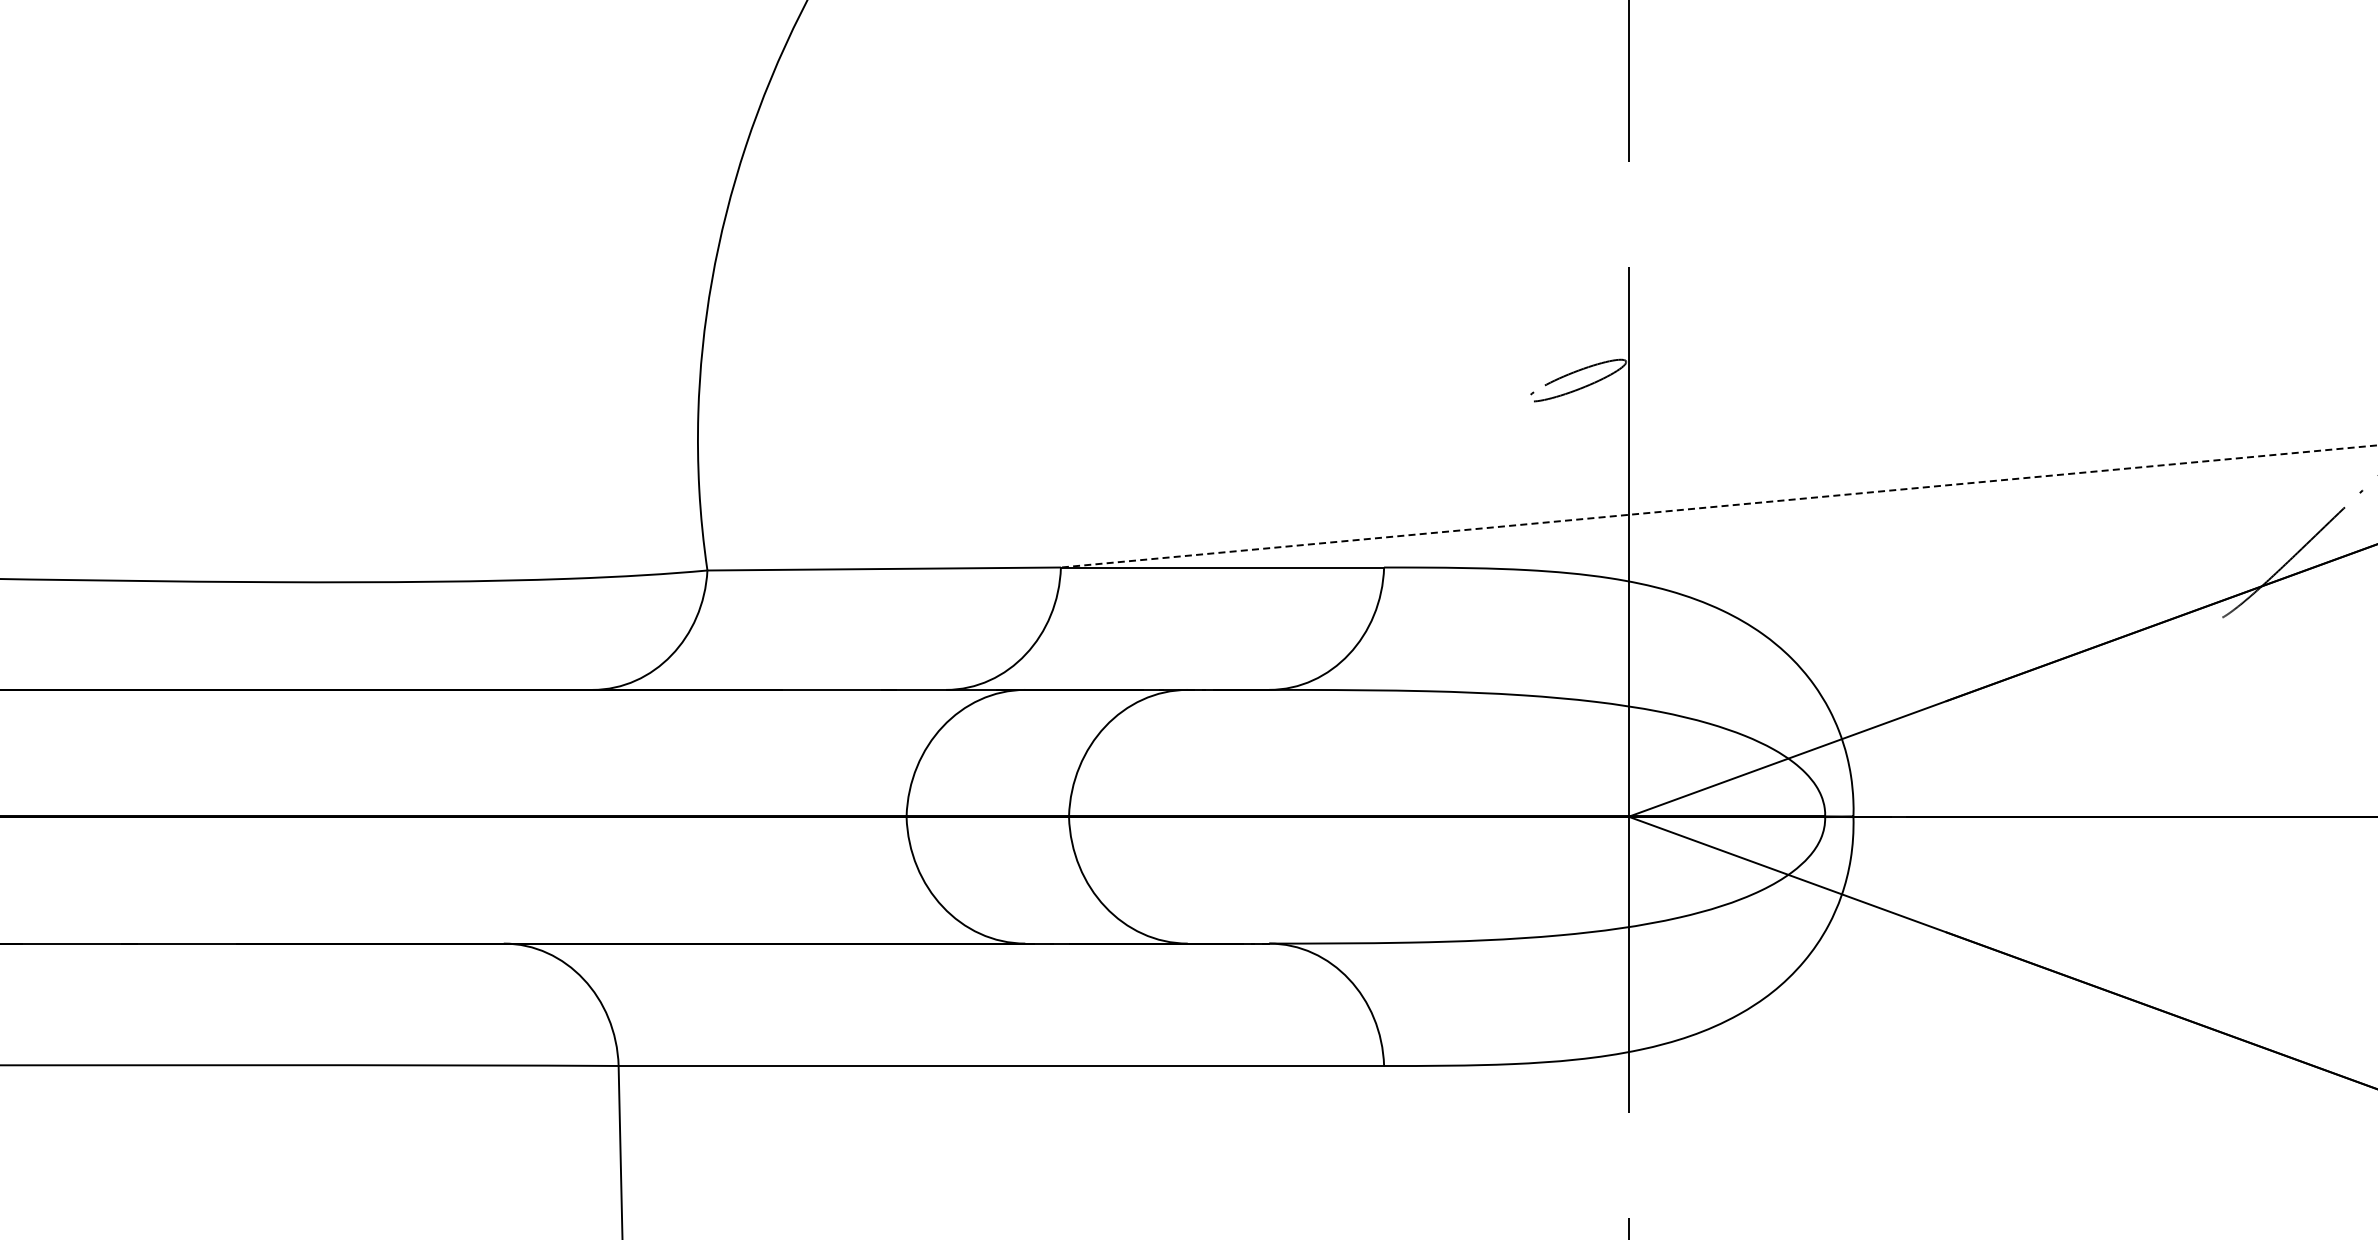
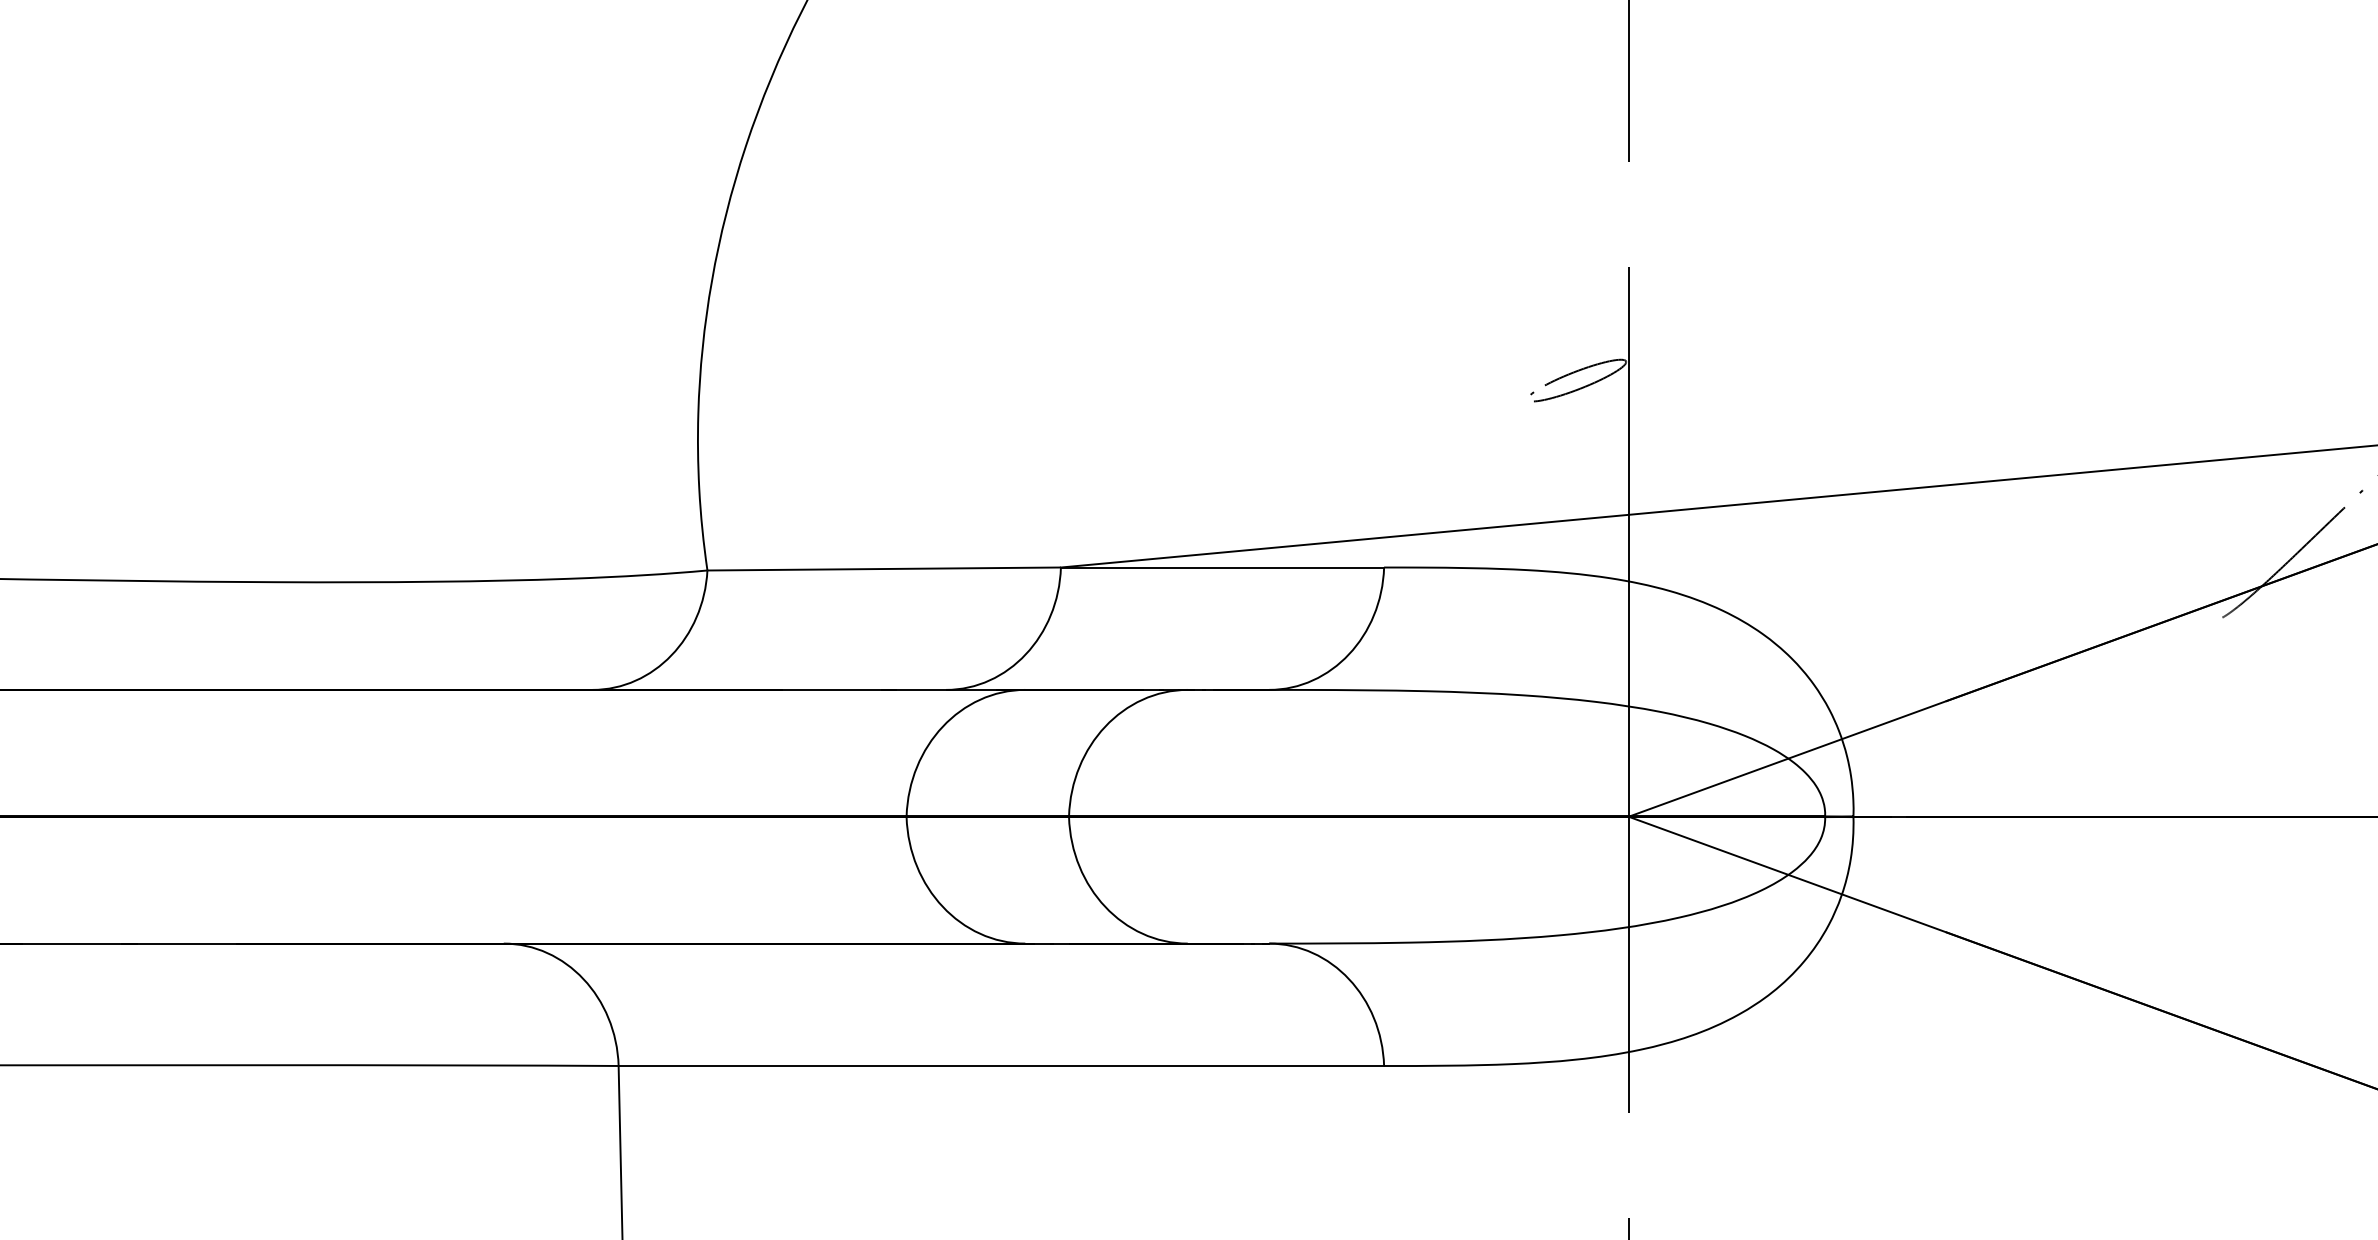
line at (1718, 506): dashed -> solid
